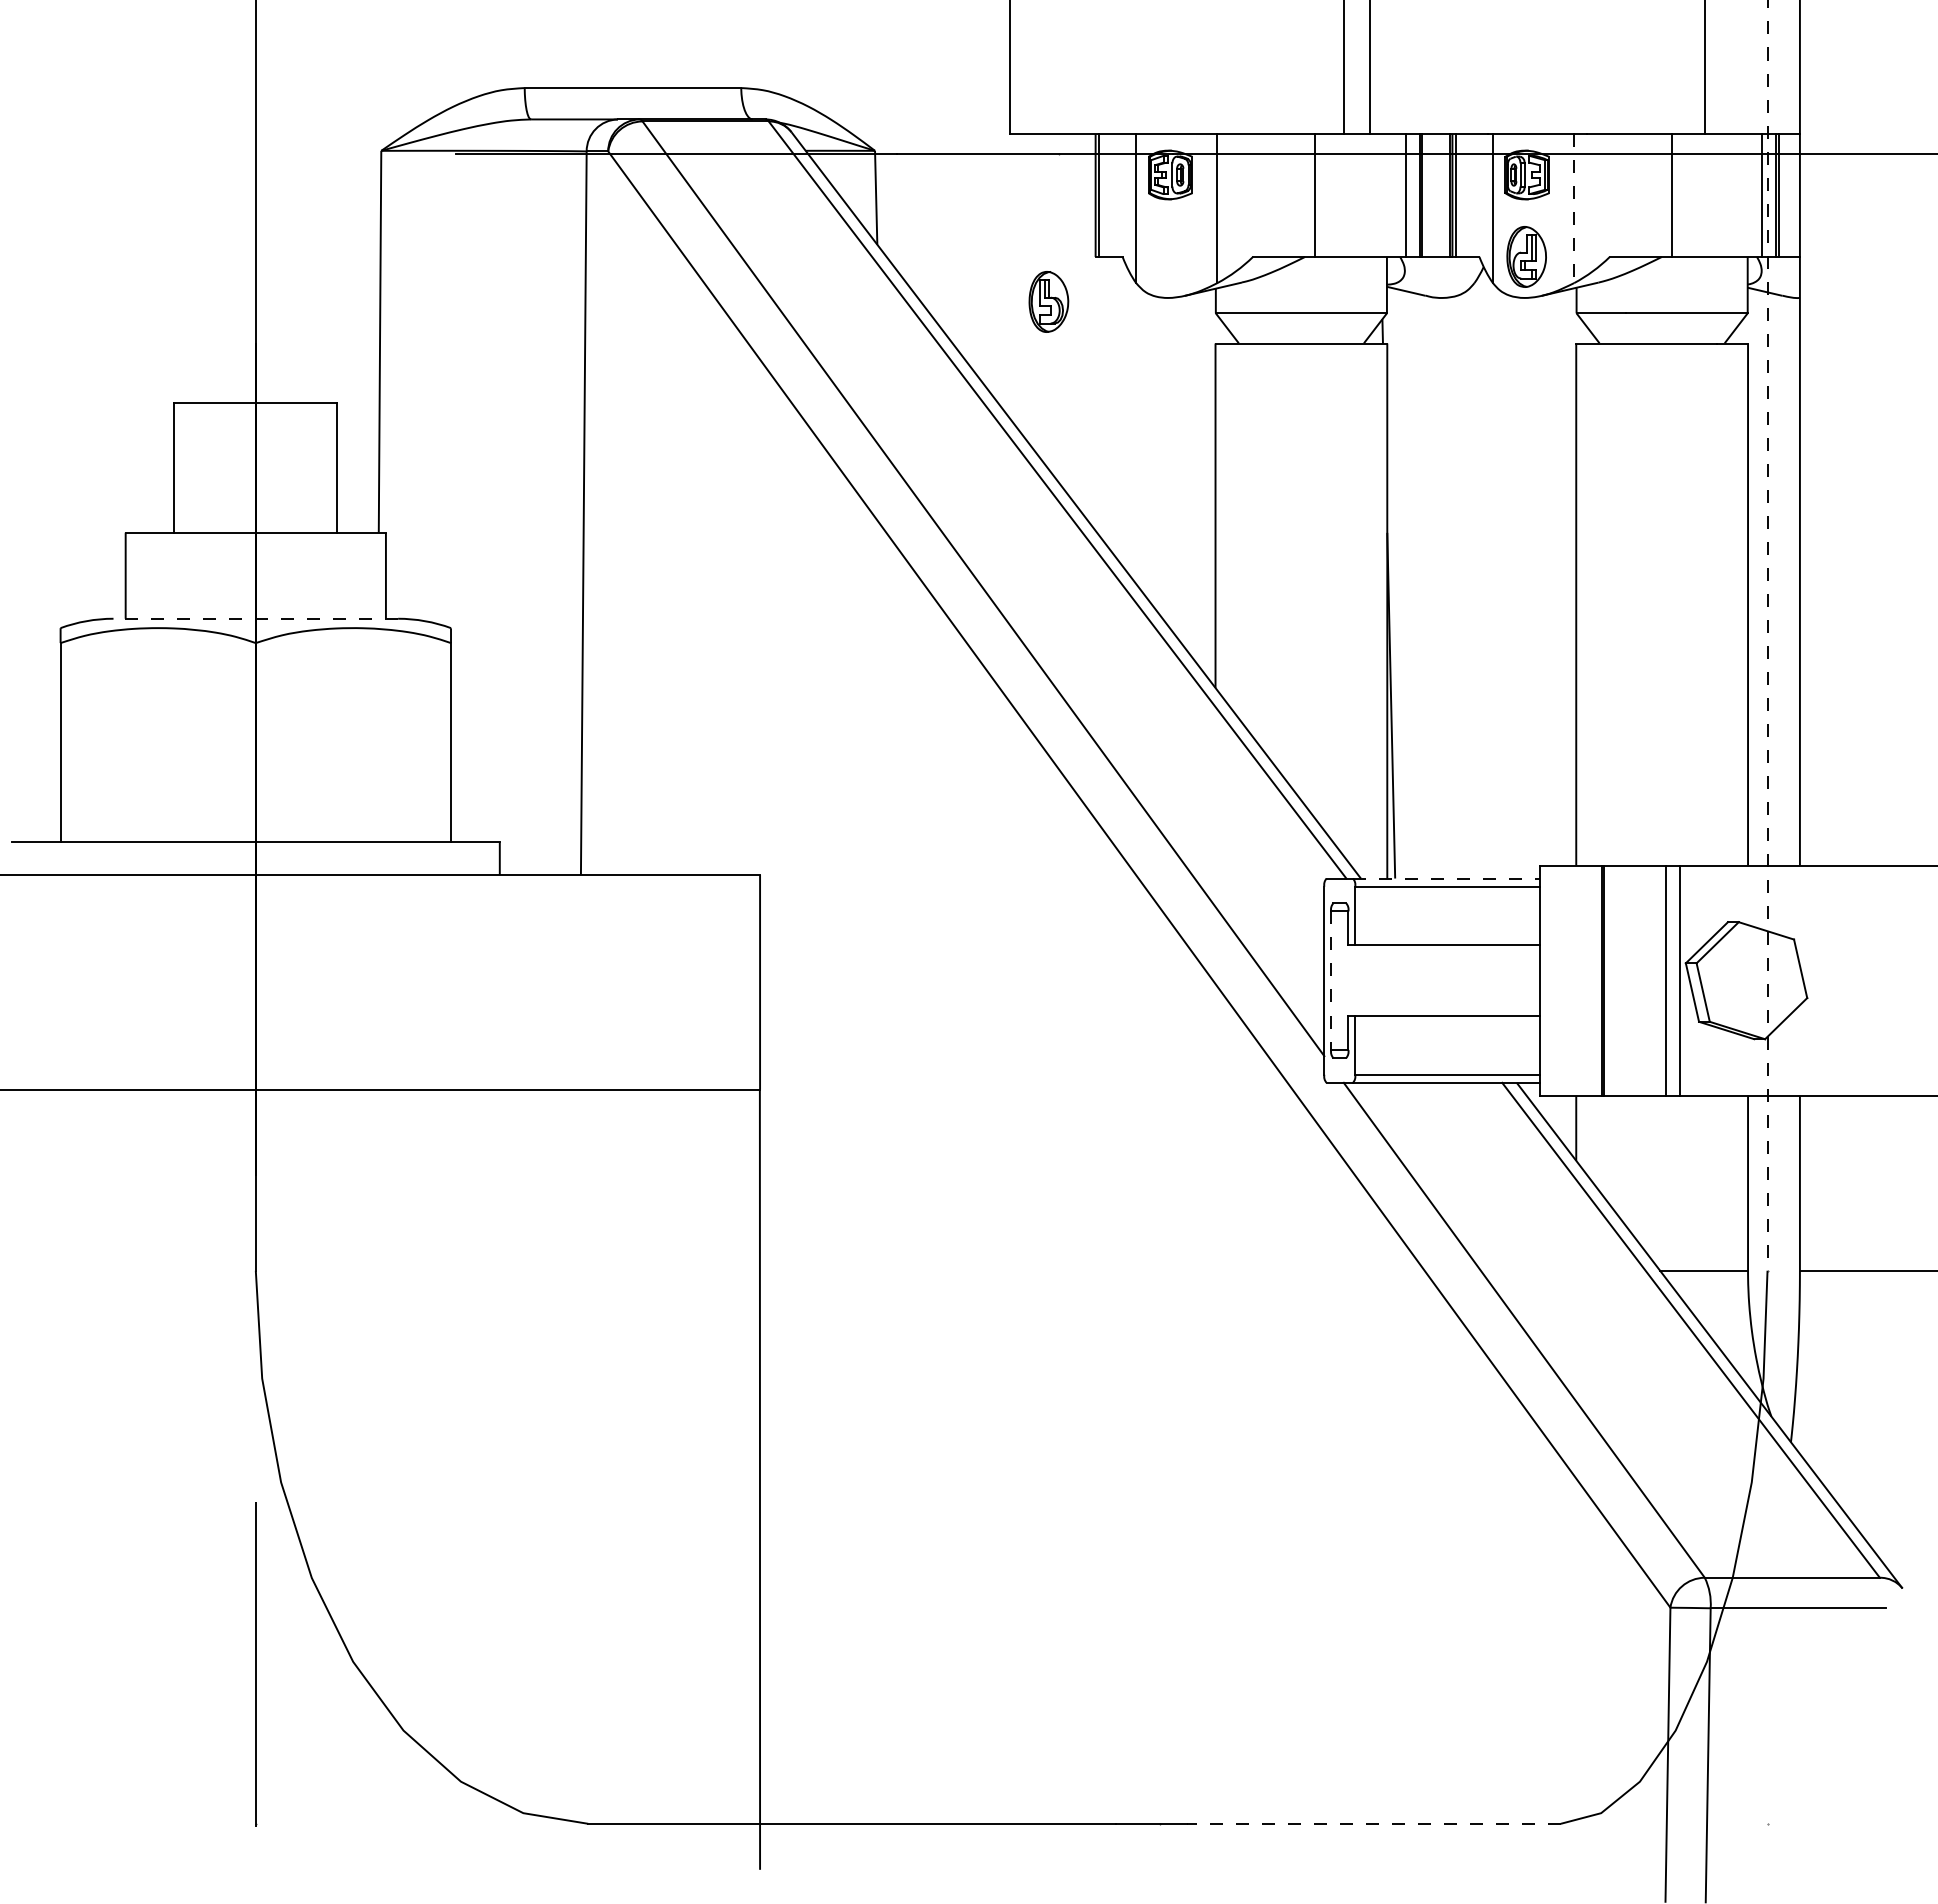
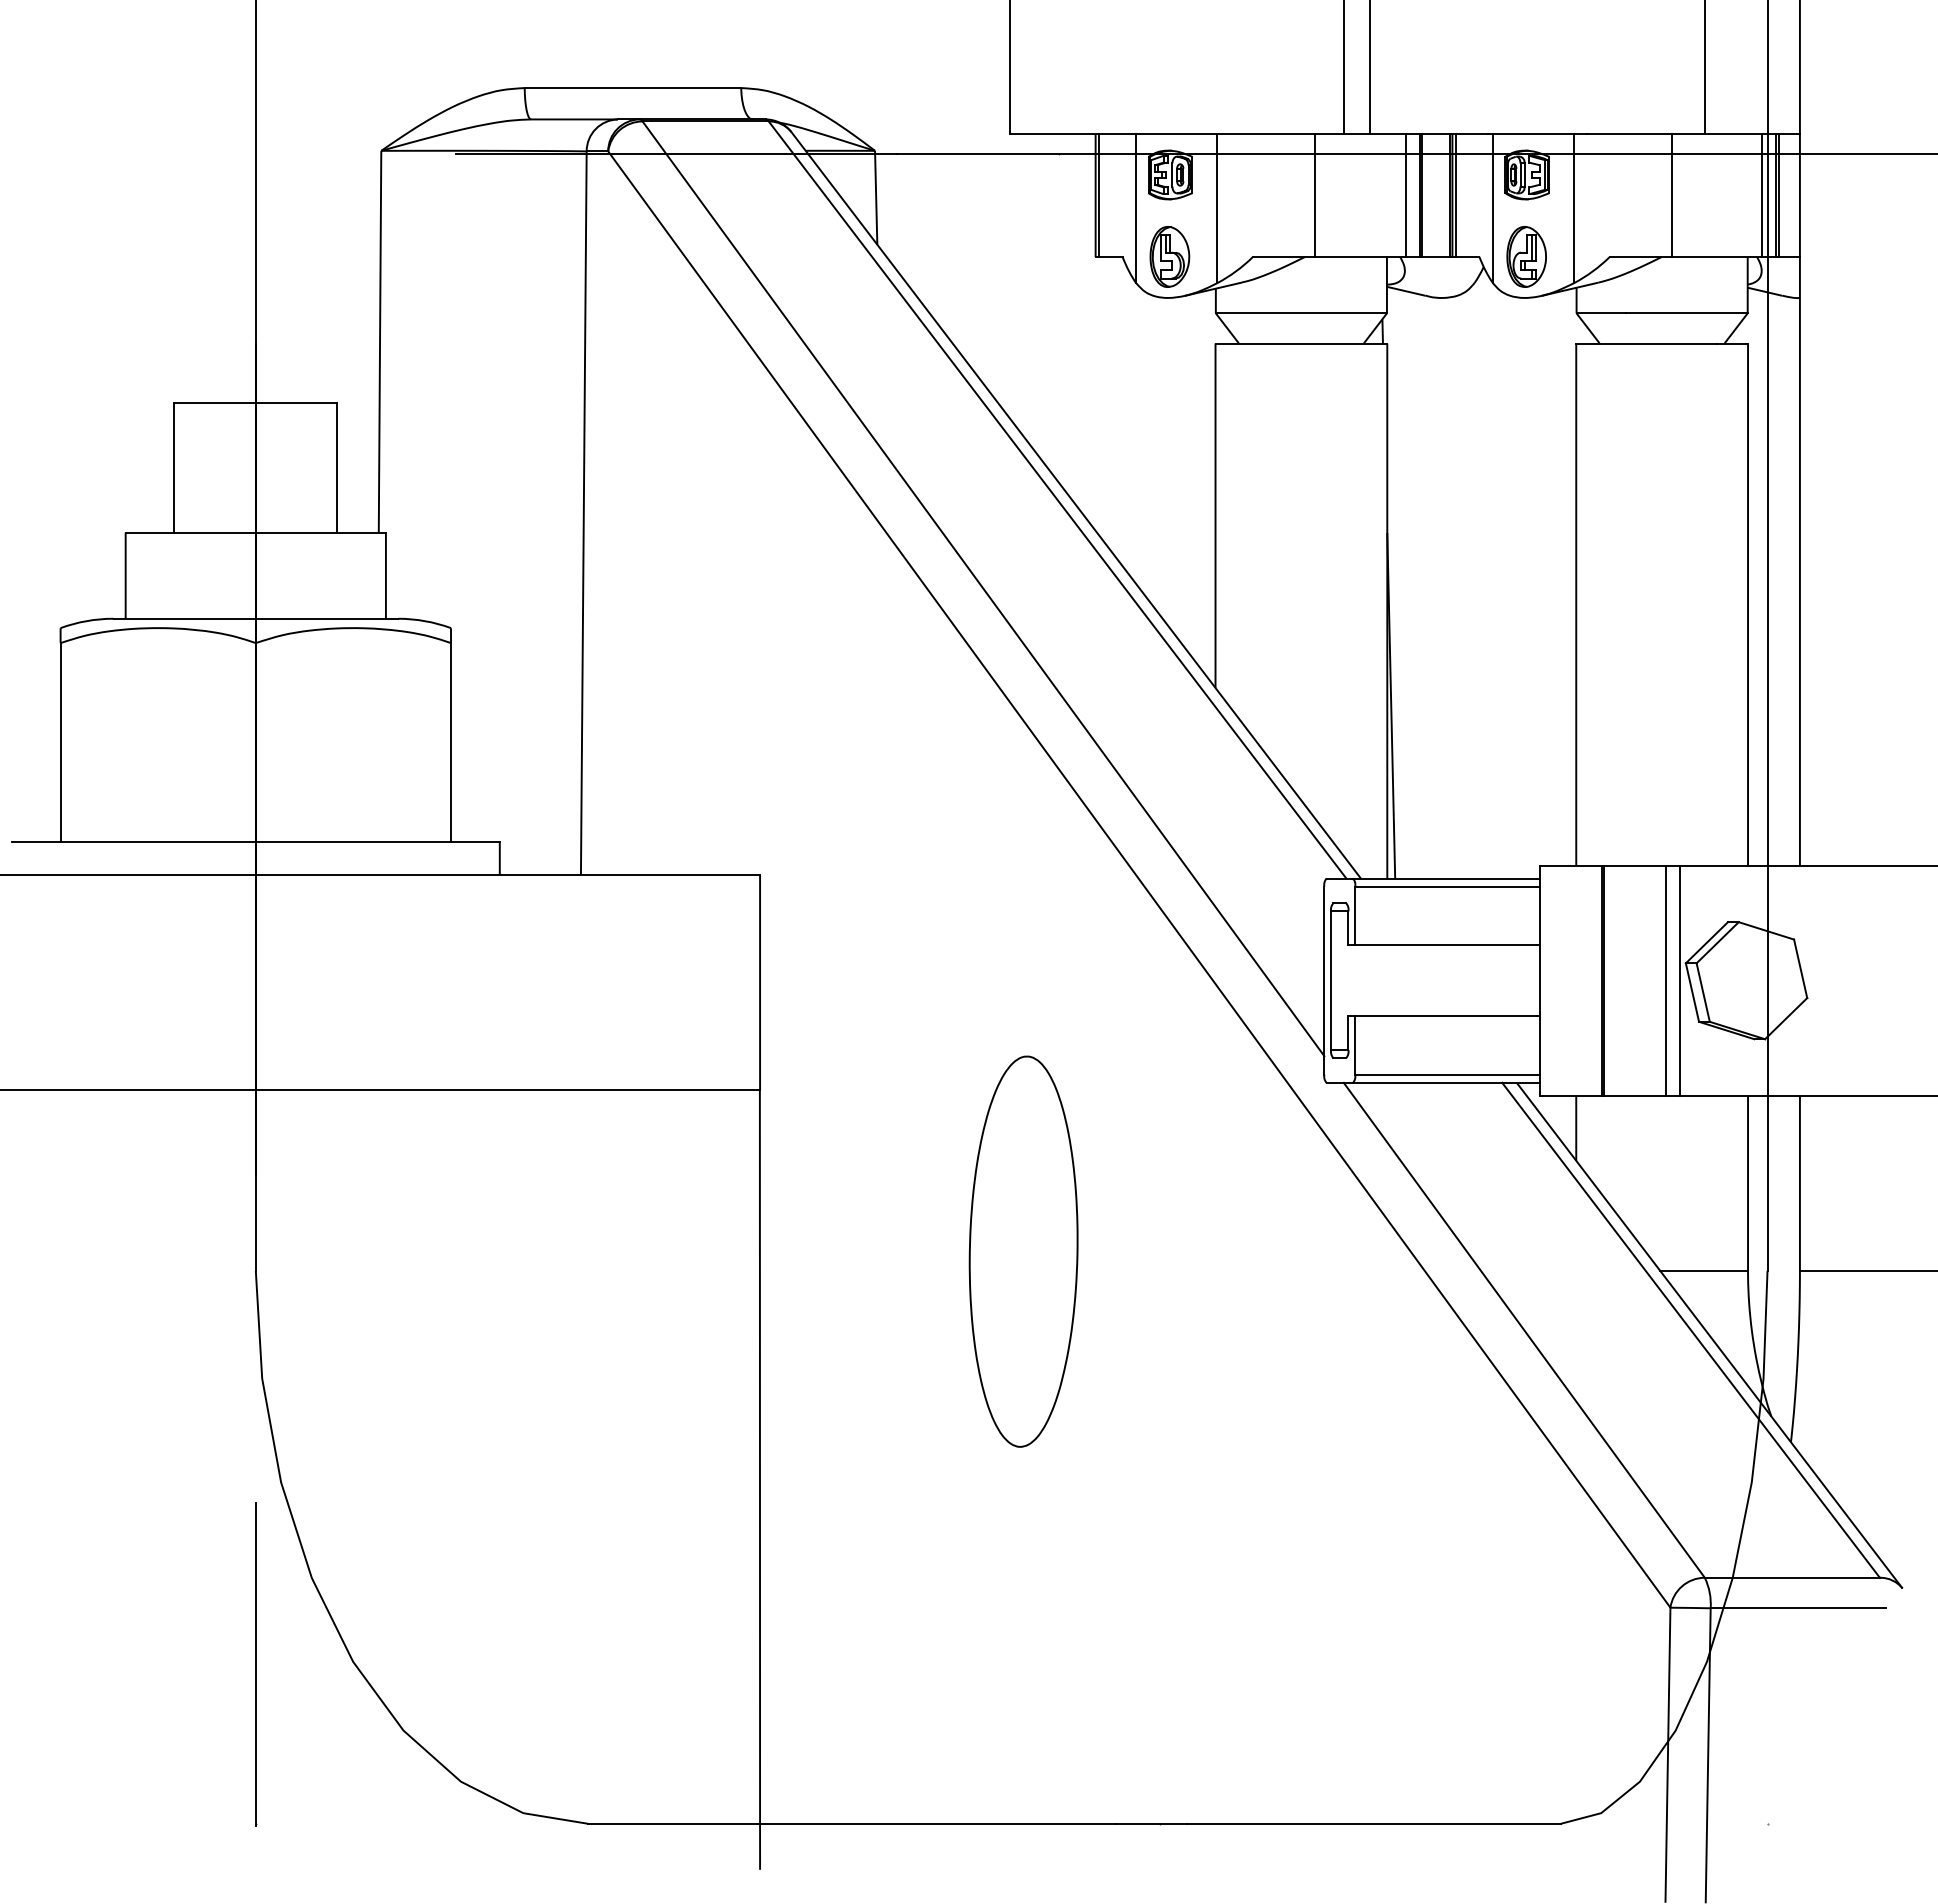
line at (1574, 208): dashed -> solid
part at (1048, 301) position: (1048, 301) -> (1169, 256)
line at (255, 618): dashed -> solid
line at (1767, 635): dashed -> solid
line at (1446, 878): dashed -> solid
line at (1331, 981): dashed -> solid
part at (1023, 1251): none -> present
line at (1373, 1823): dashed -> solid
